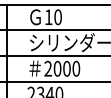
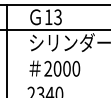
text at (57, 17): 10 -> 13
line at (54, 56): present -> none
line at (54, 81): present -> none
